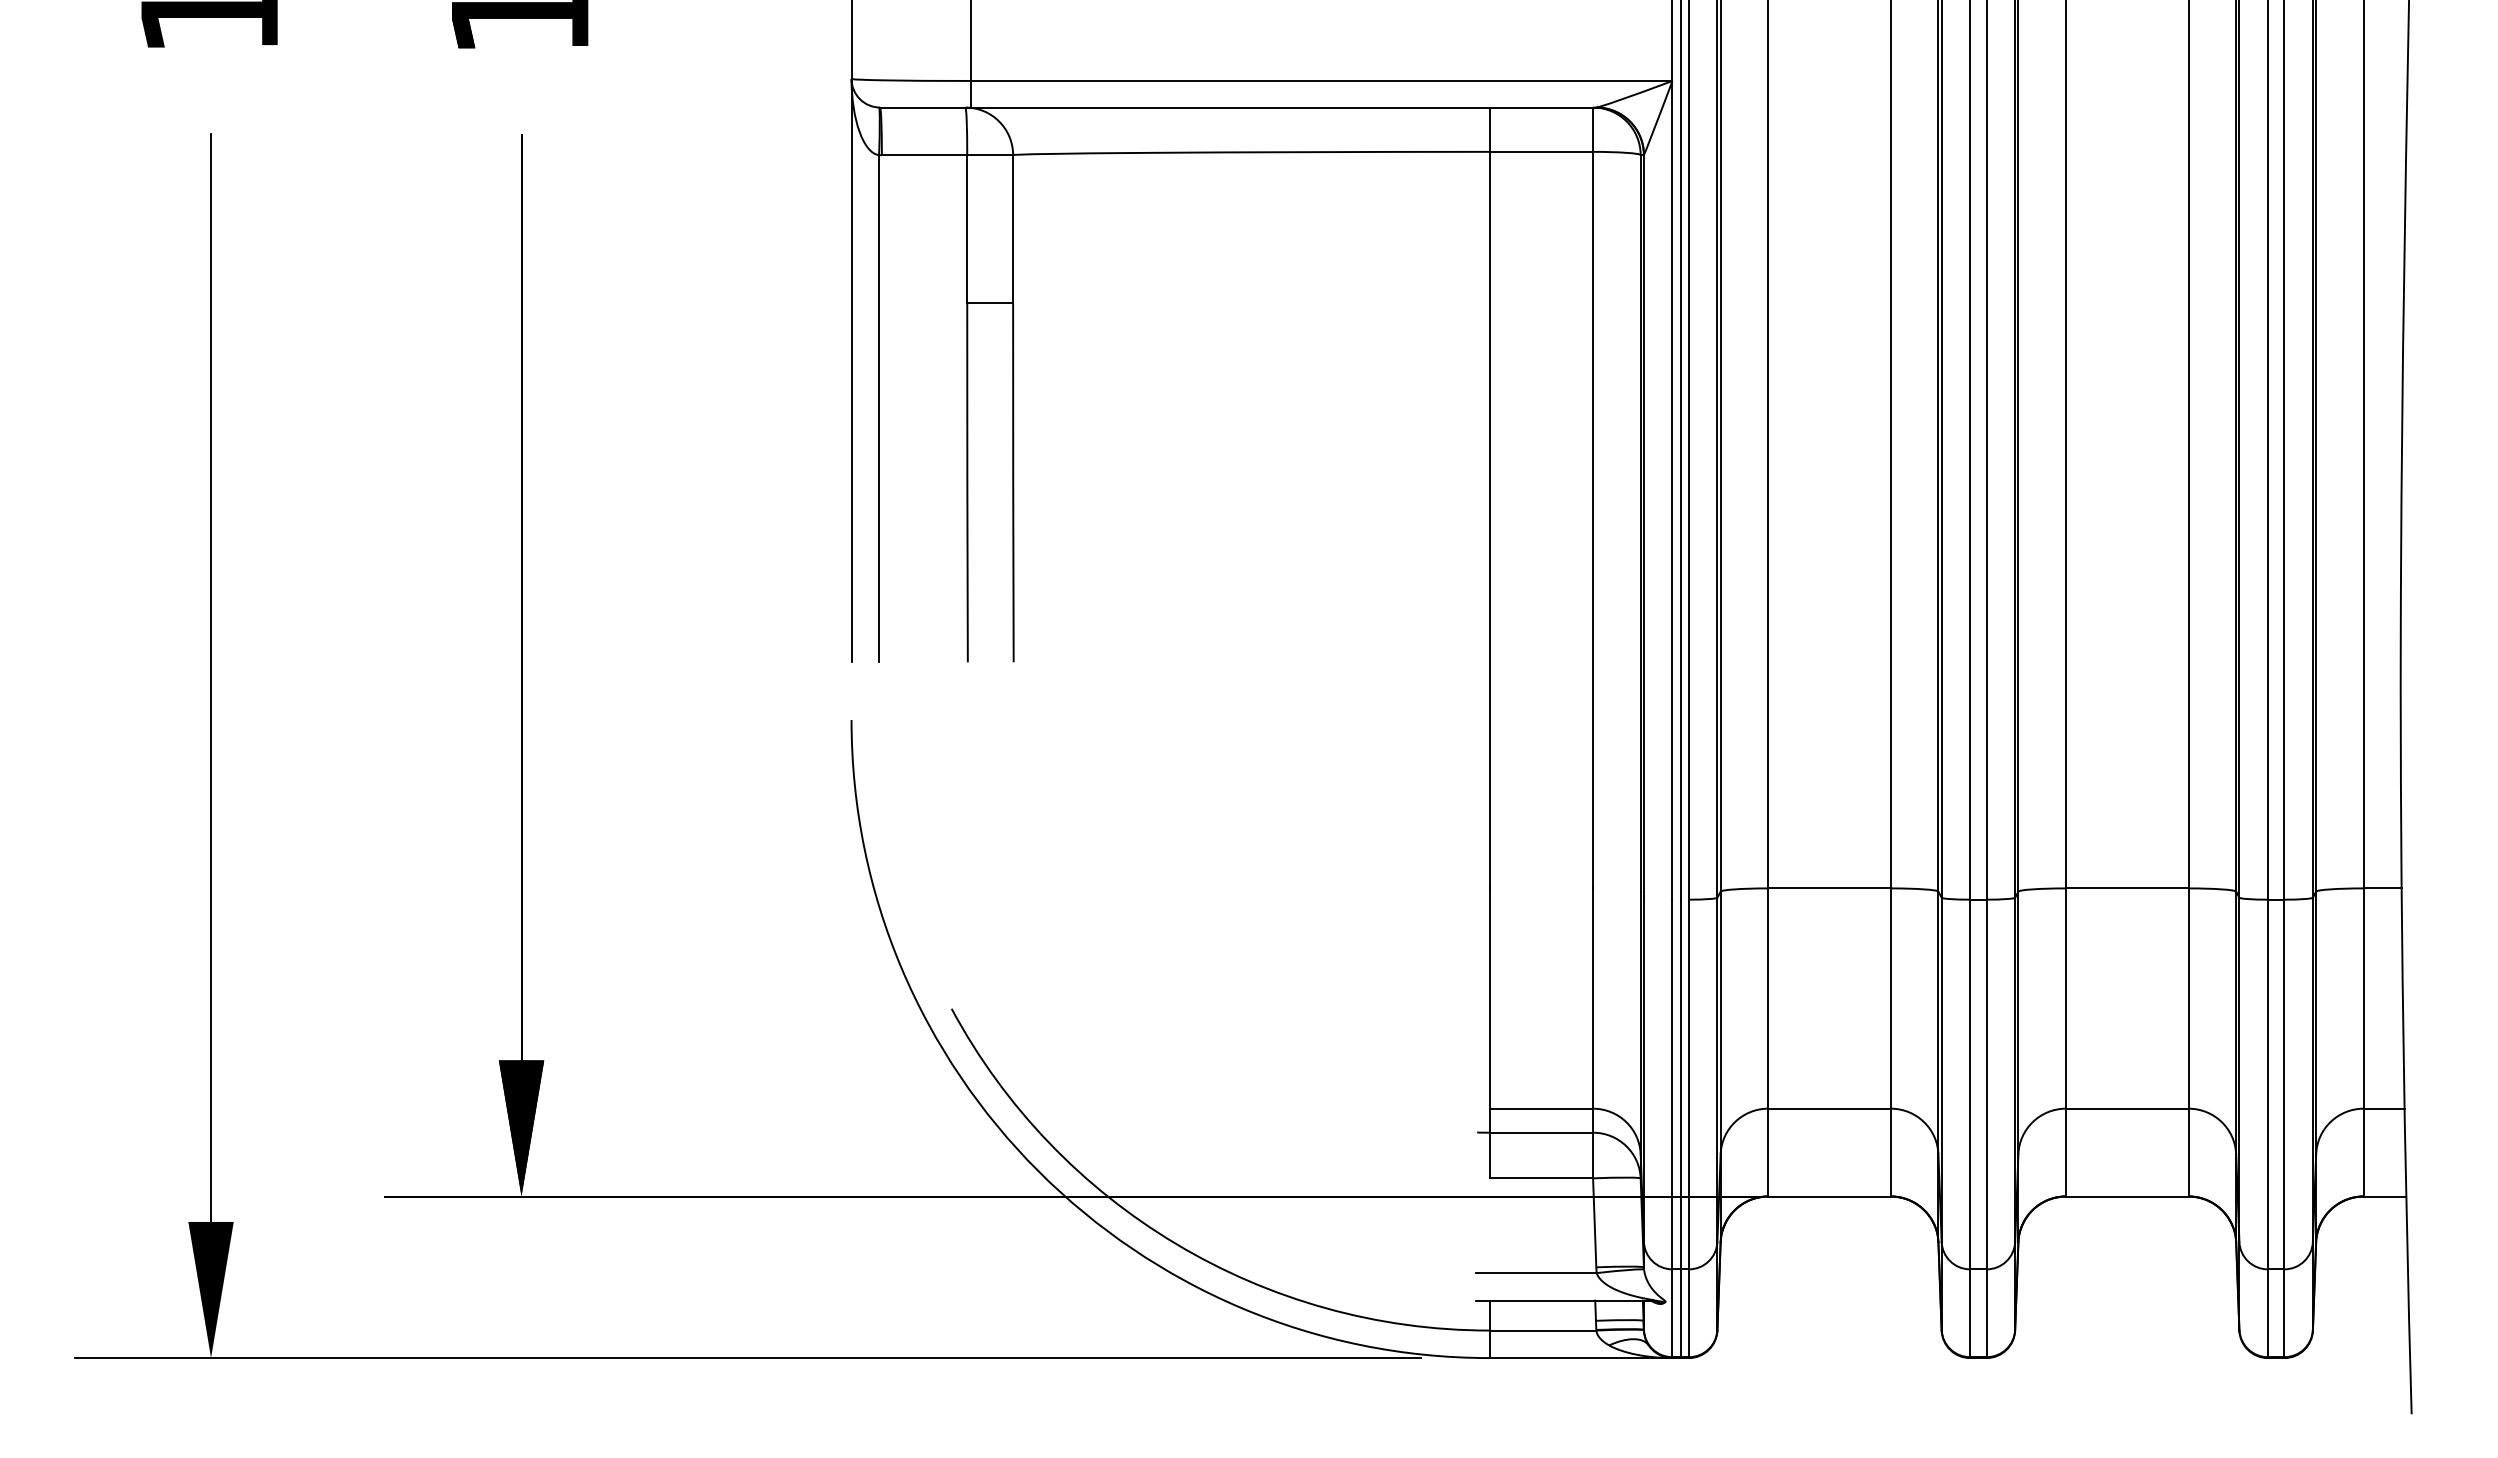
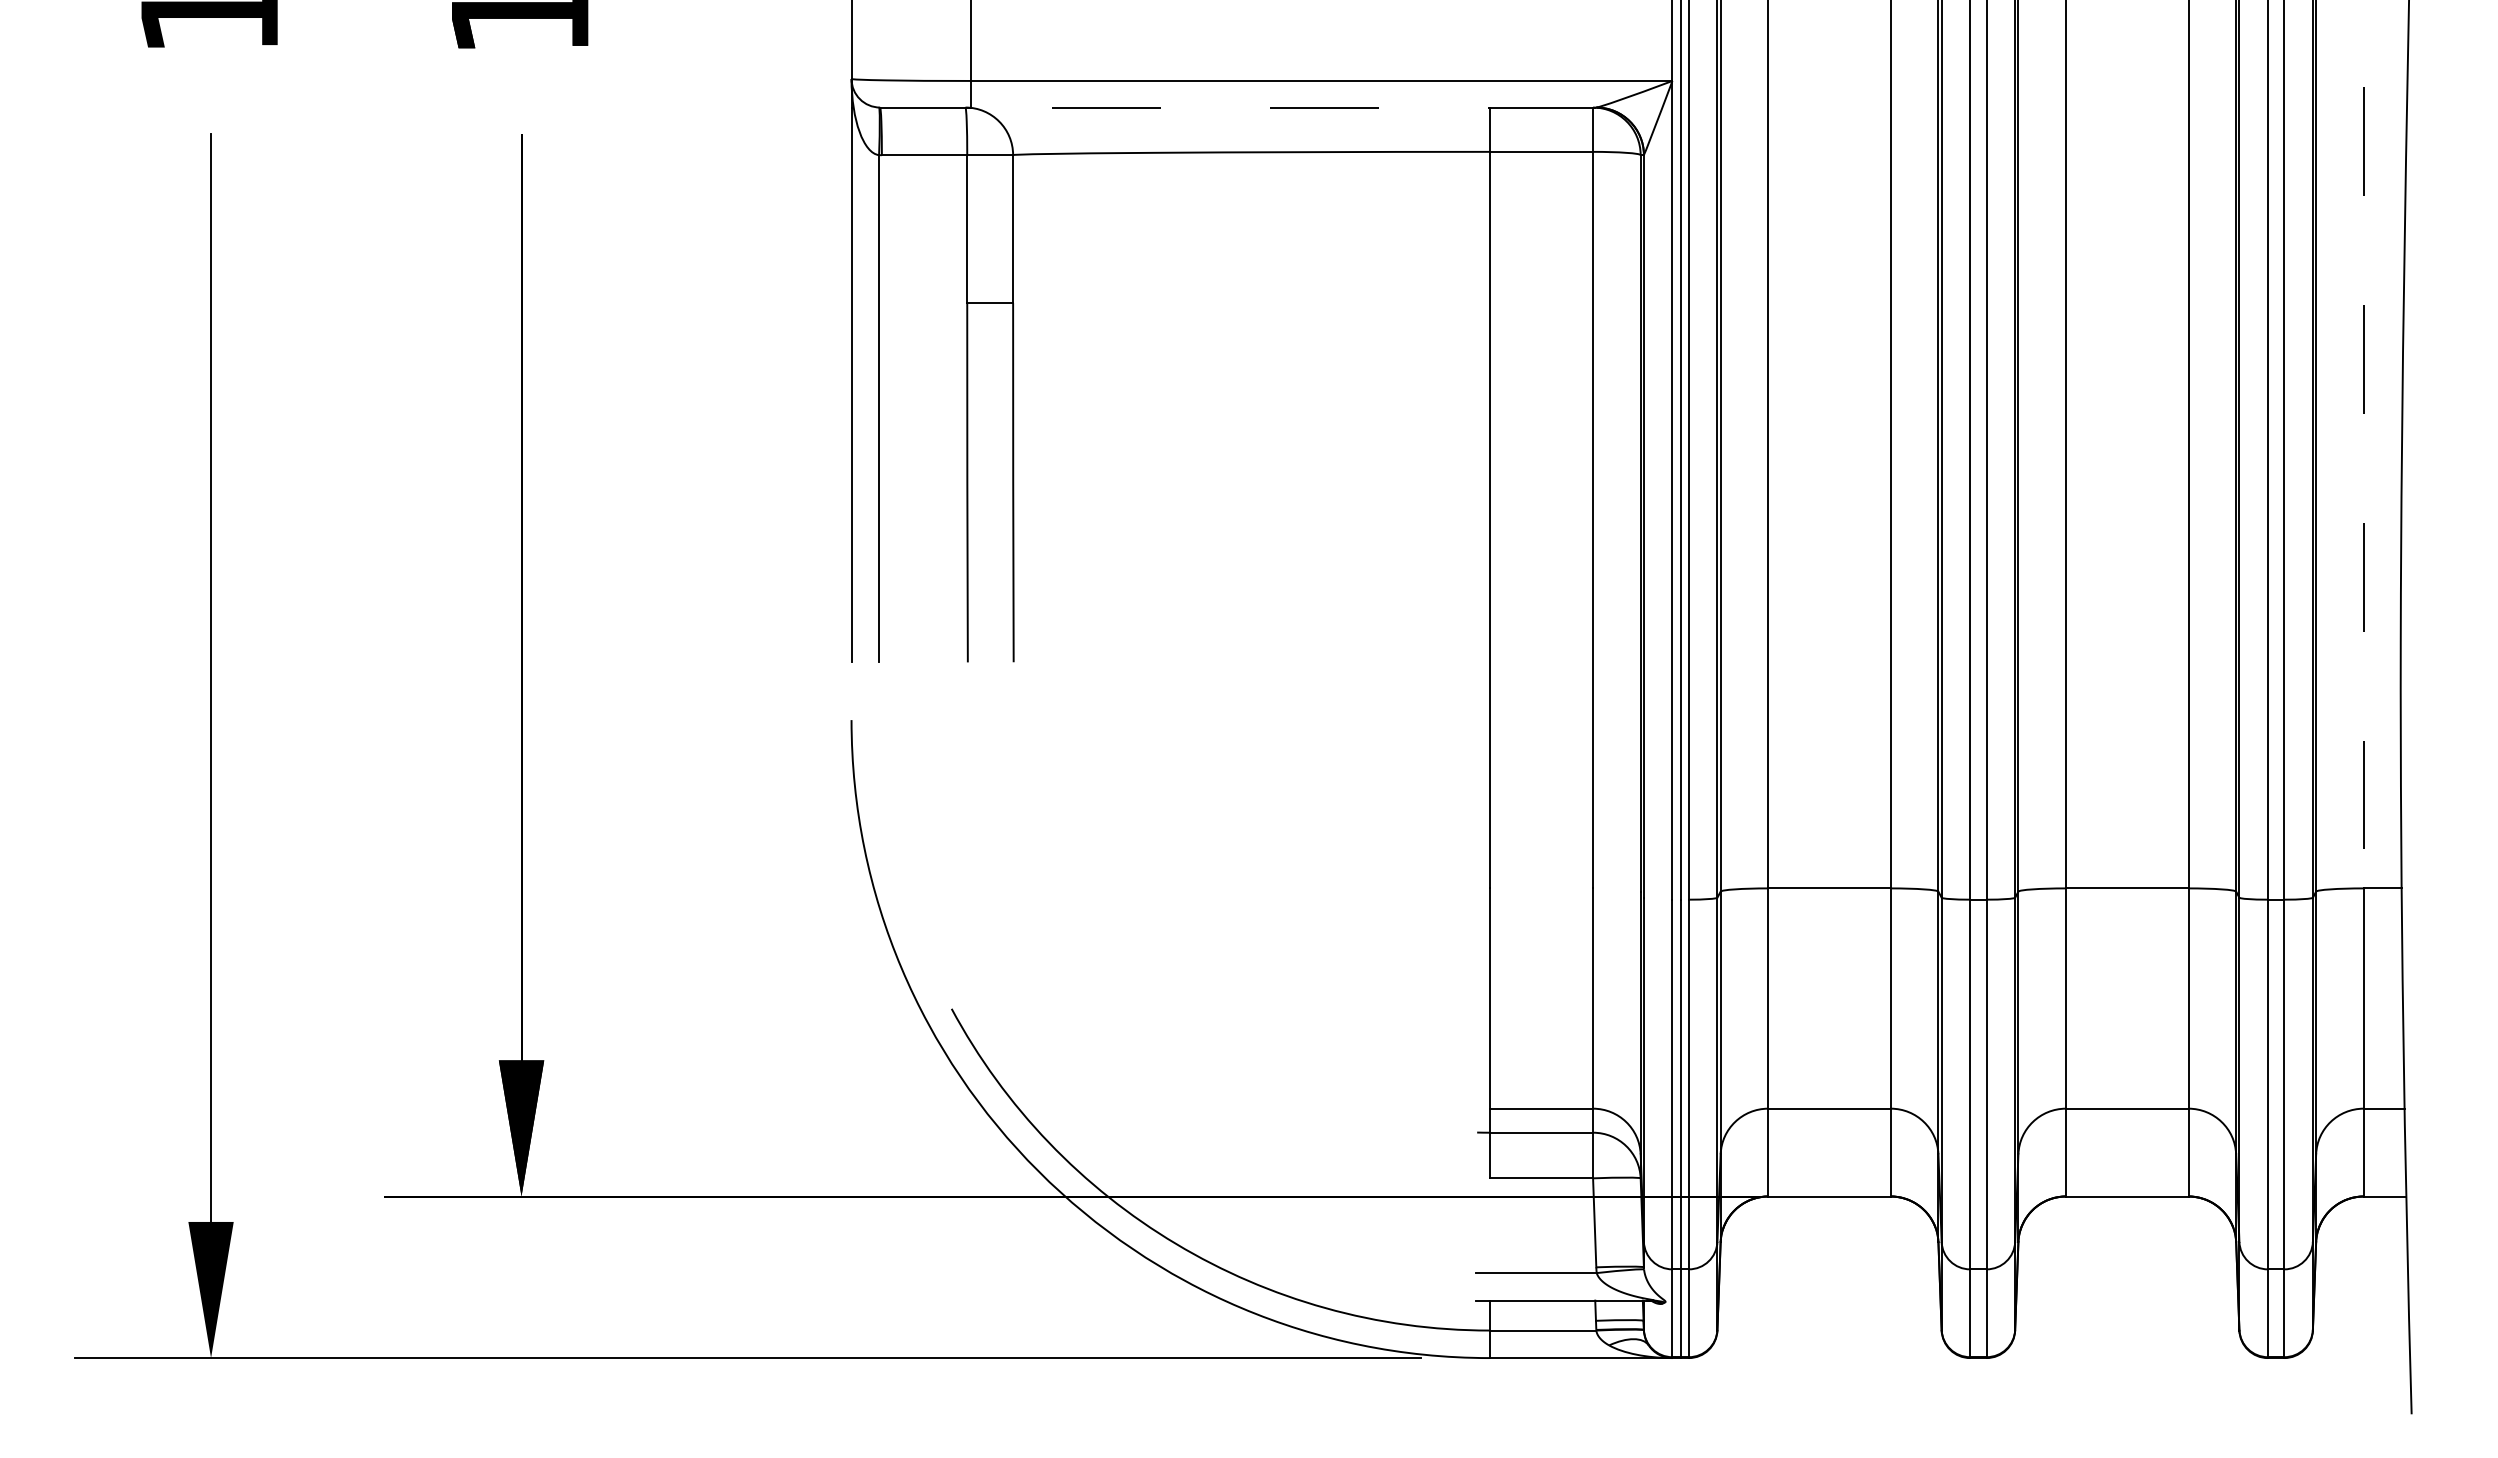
line at (1283, 107): solid -> dashed
line at (2363, 444): solid -> dashed
